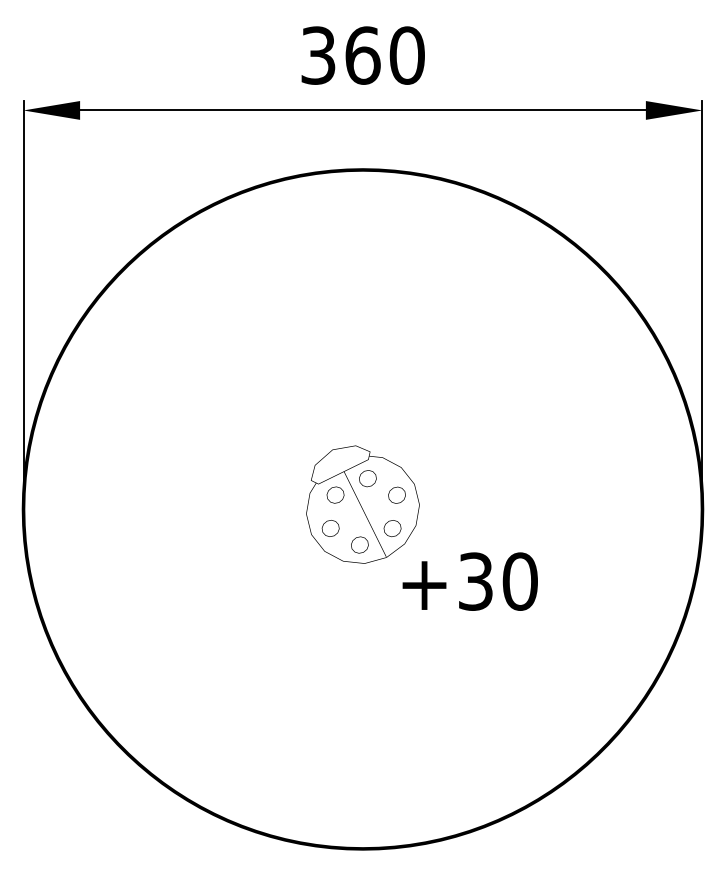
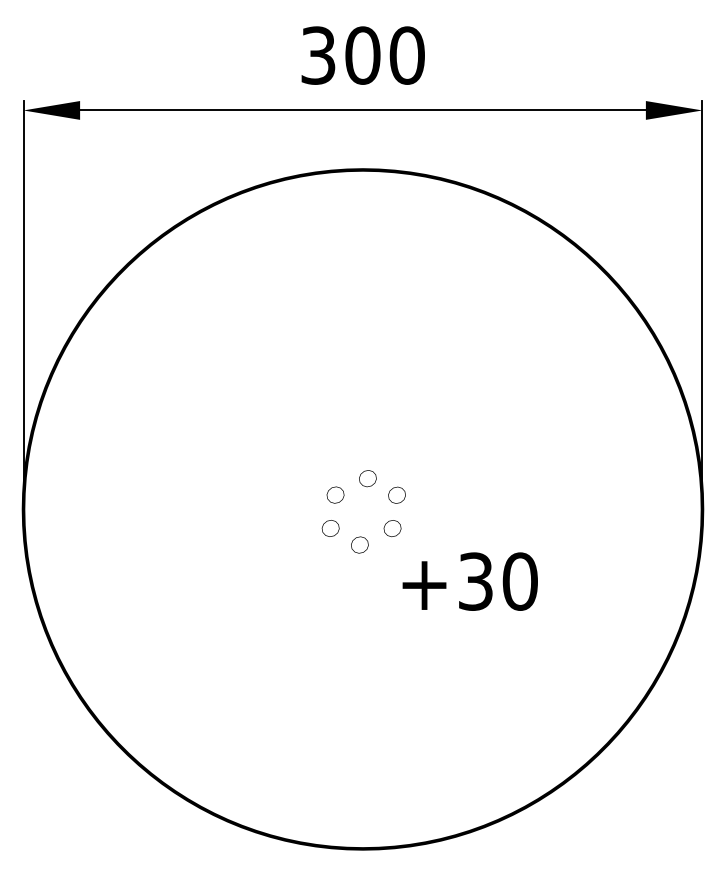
text at (362, 55): 360 -> 300
part at (362, 504): present -> none
